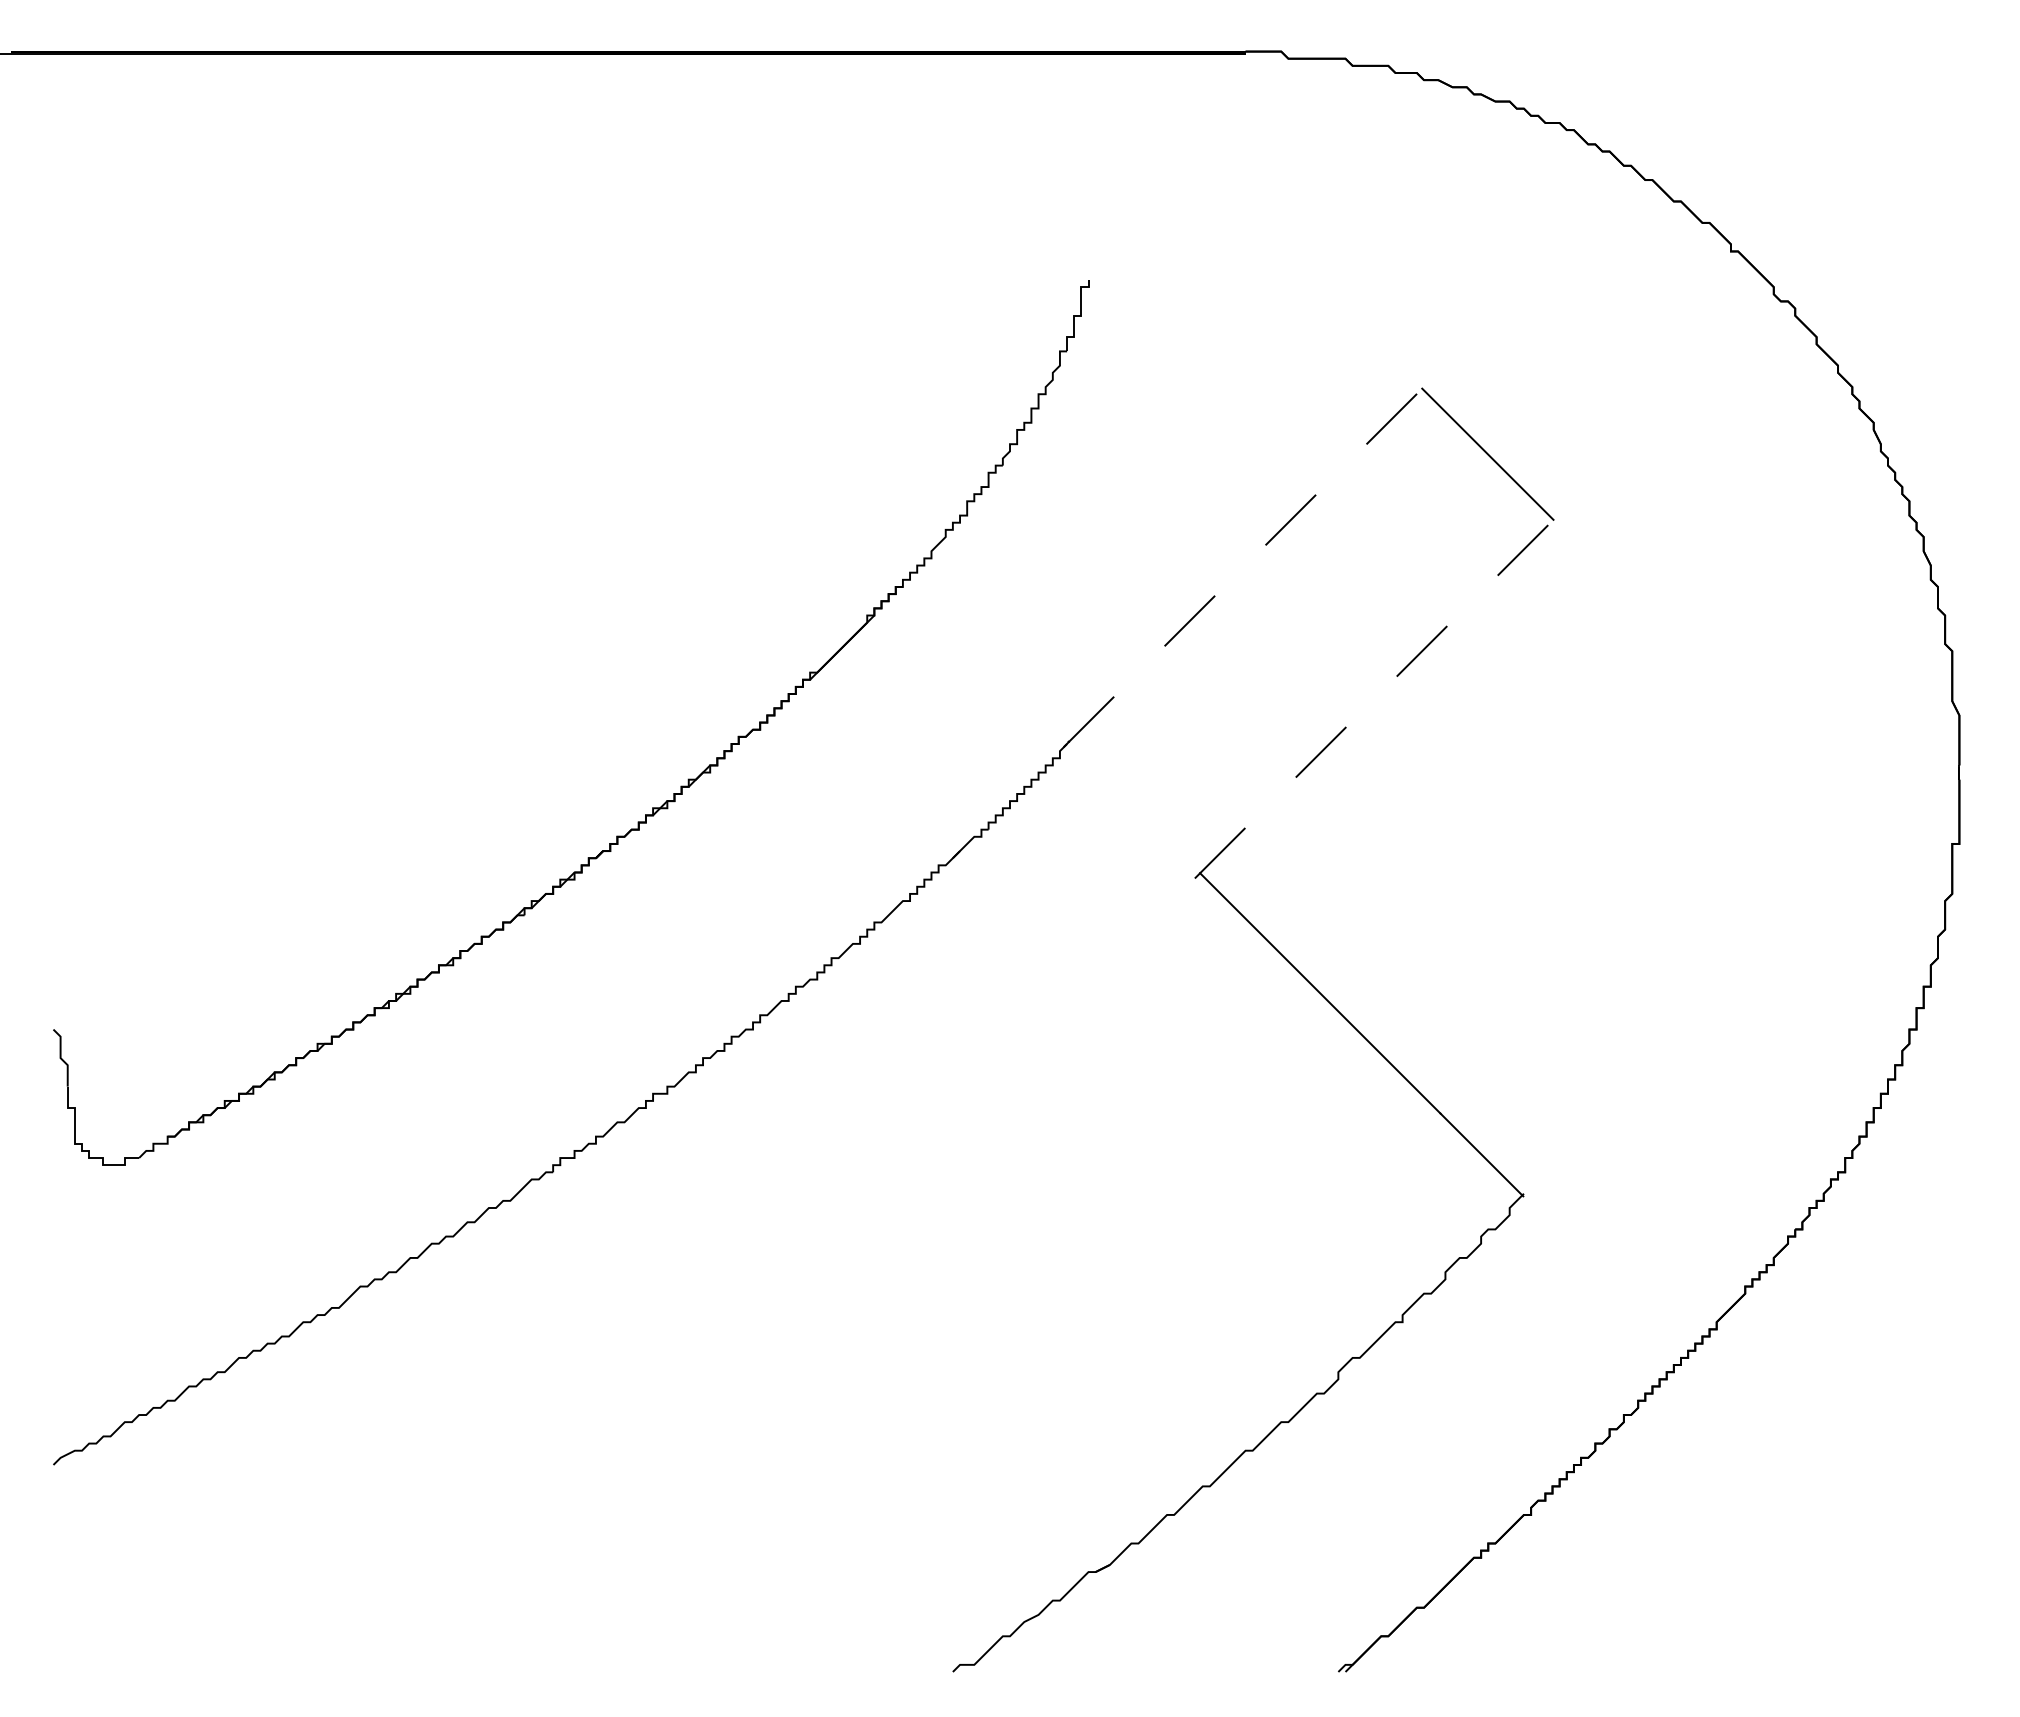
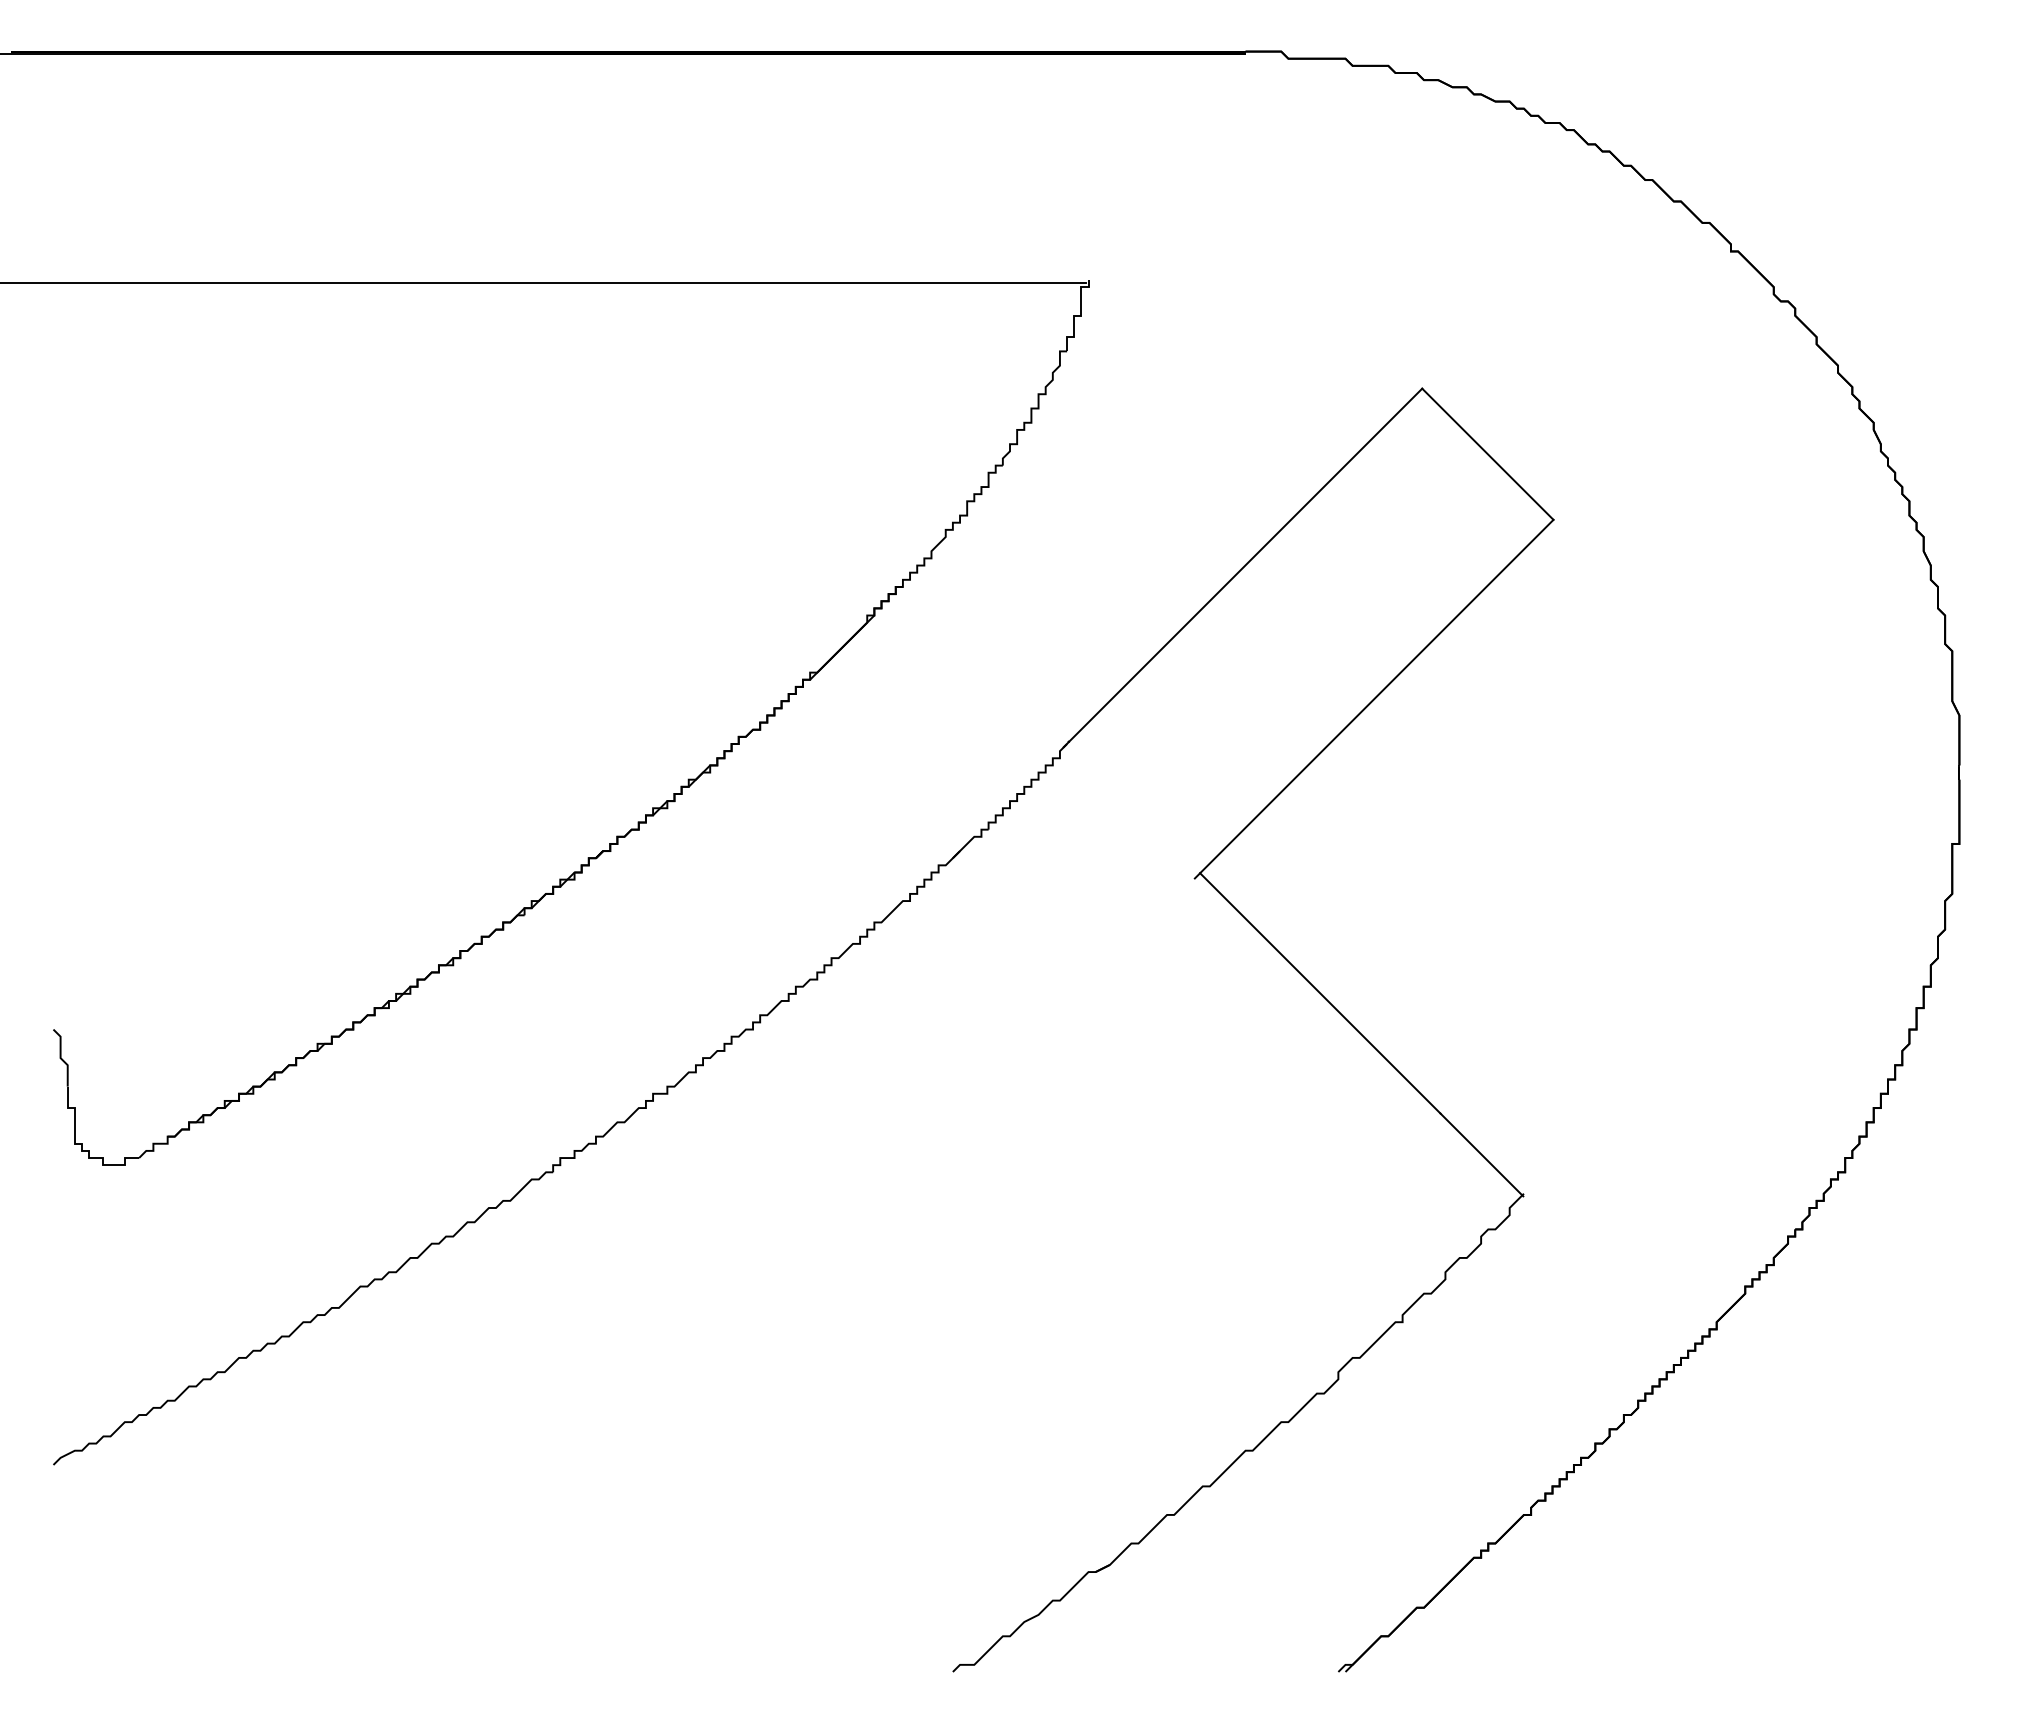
line at (543, 282): none -> present
line at (1242, 567): dashed -> solid
line at (1374, 699): dashed -> solid
